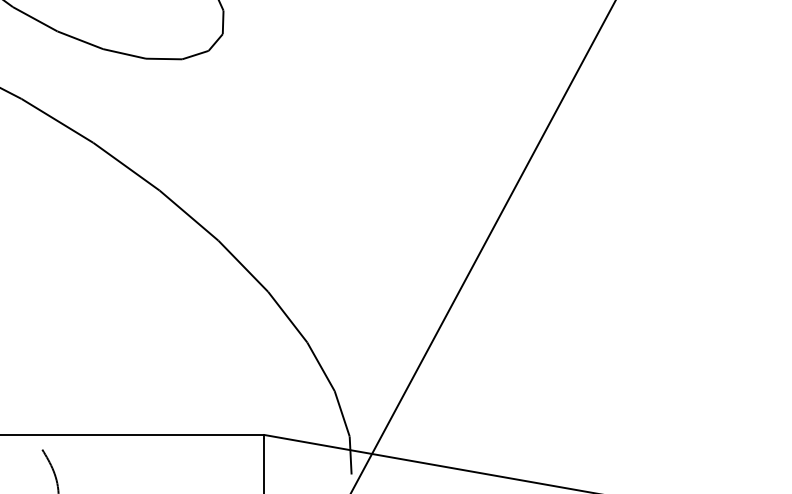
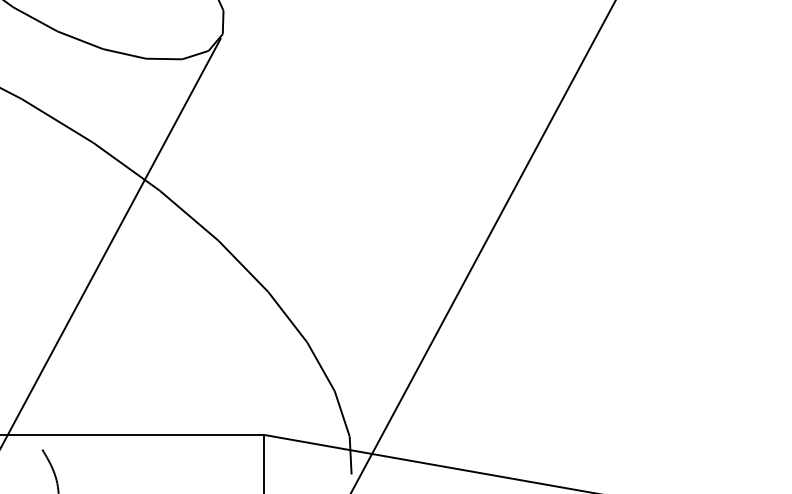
line at (111, 241): none -> present
